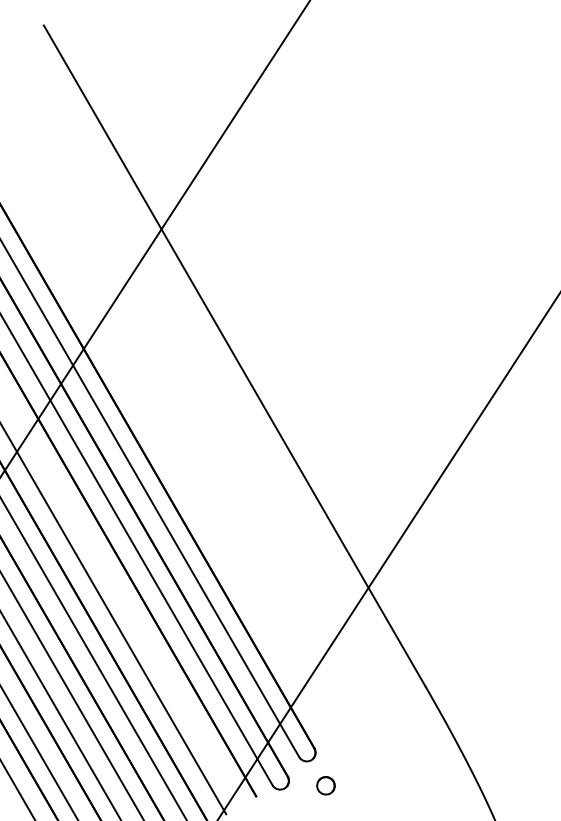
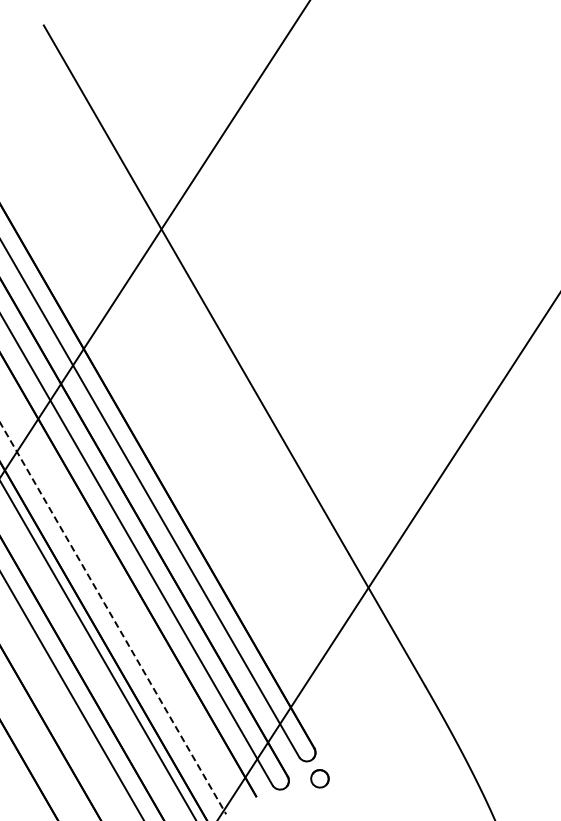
line at (113, 618): solid -> dashed
line at (93, 658) position: (93, 658) -> (98, 650)
line at (60, 715): present -> none
line at (39, 752): present -> none
part at (325, 785) position: (325, 785) -> (319, 778)
line at (17, 790): present -> none
